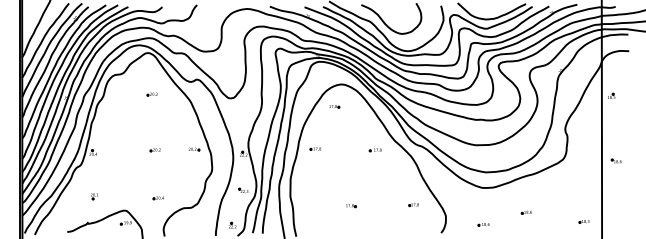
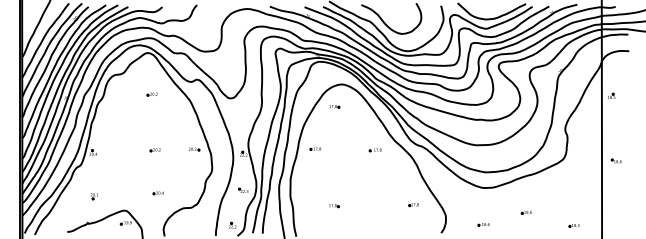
part at (157, 198) position: (157, 198) -> (157, 193)
part at (351, 206) position: (351, 206) -> (334, 206)
part at (583, 221) position: (583, 221) -> (573, 225)
